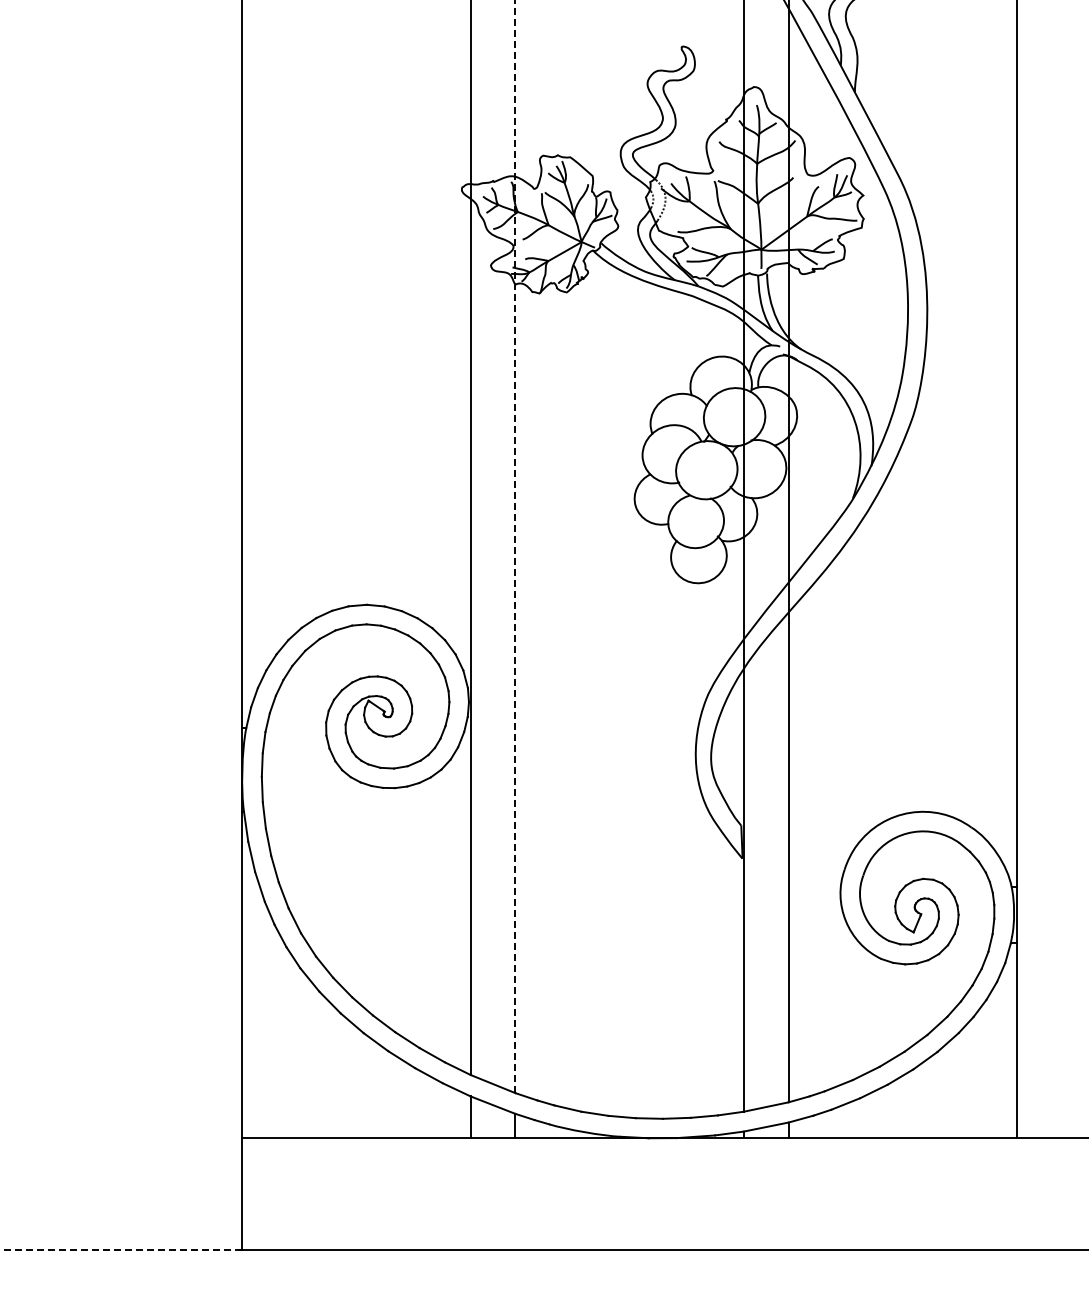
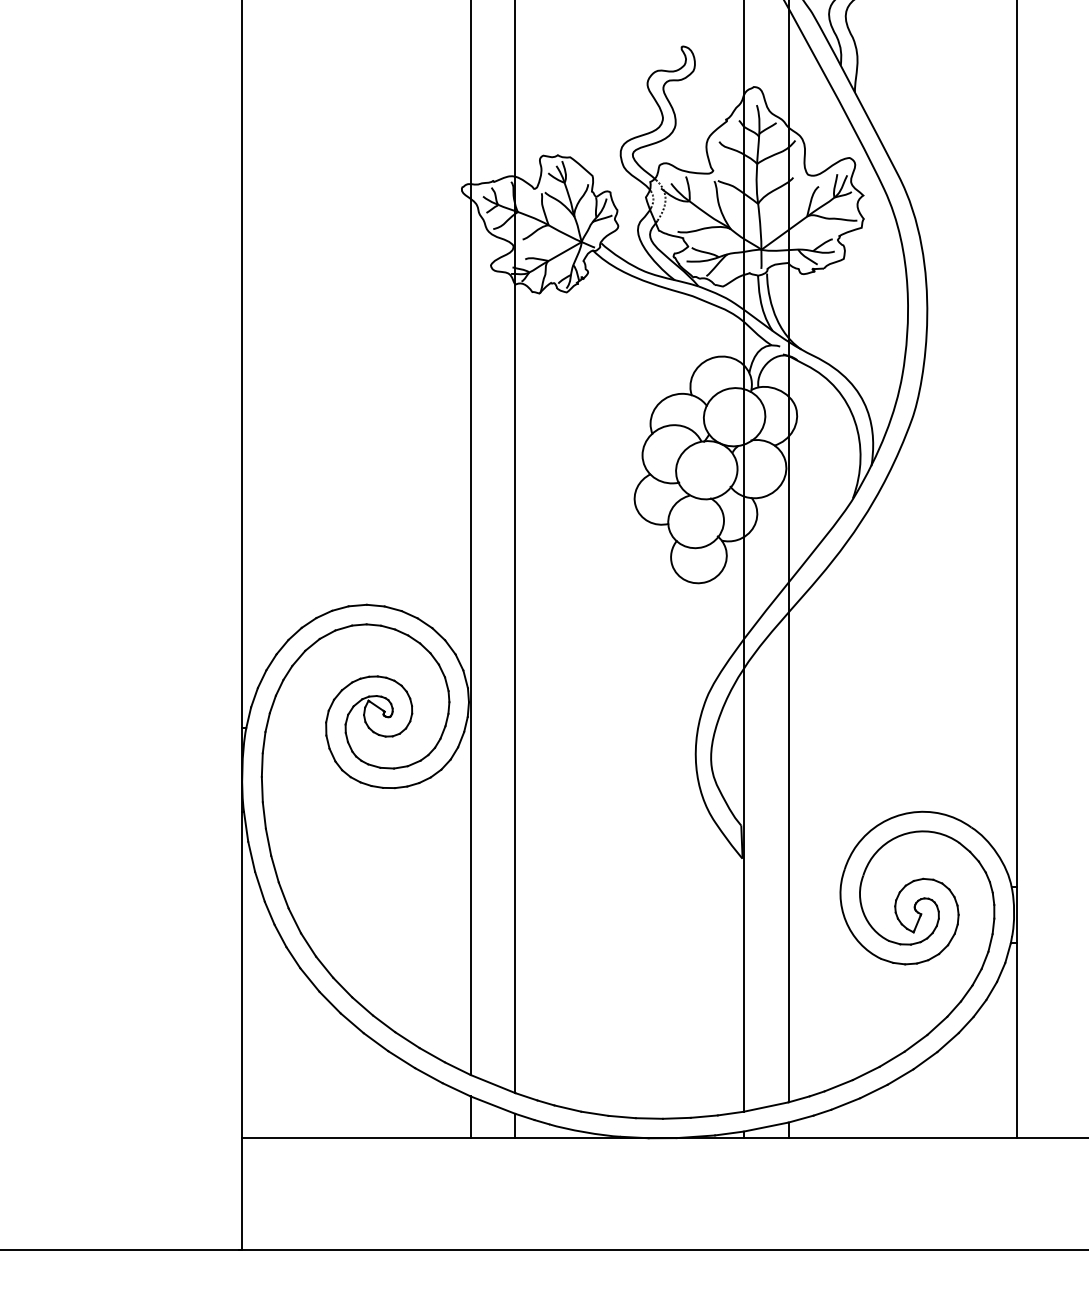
line at (515, 546): dashed -> solid
line at (120, 1250): dashed -> solid
